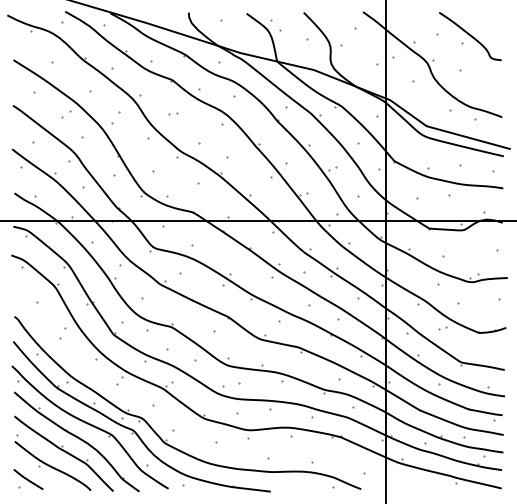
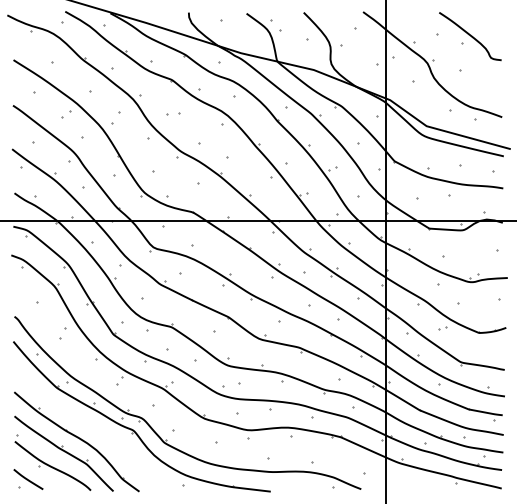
part at (173, 113) size: 11x4 px -> 15x4 px
part at (89, 427): present -> none
